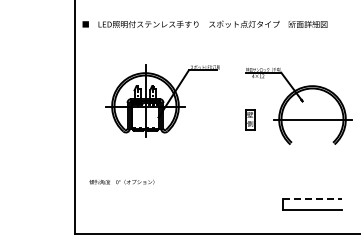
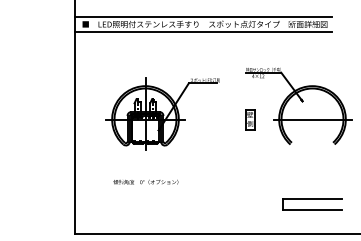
line at (203, 17): none -> present
line at (203, 31): none -> present
part at (162, 100) position: (162, 100) -> (162, 113)
text at (121, 181) position: (121, 181) -> (145, 181)
line at (312, 198): dashed -> solid
